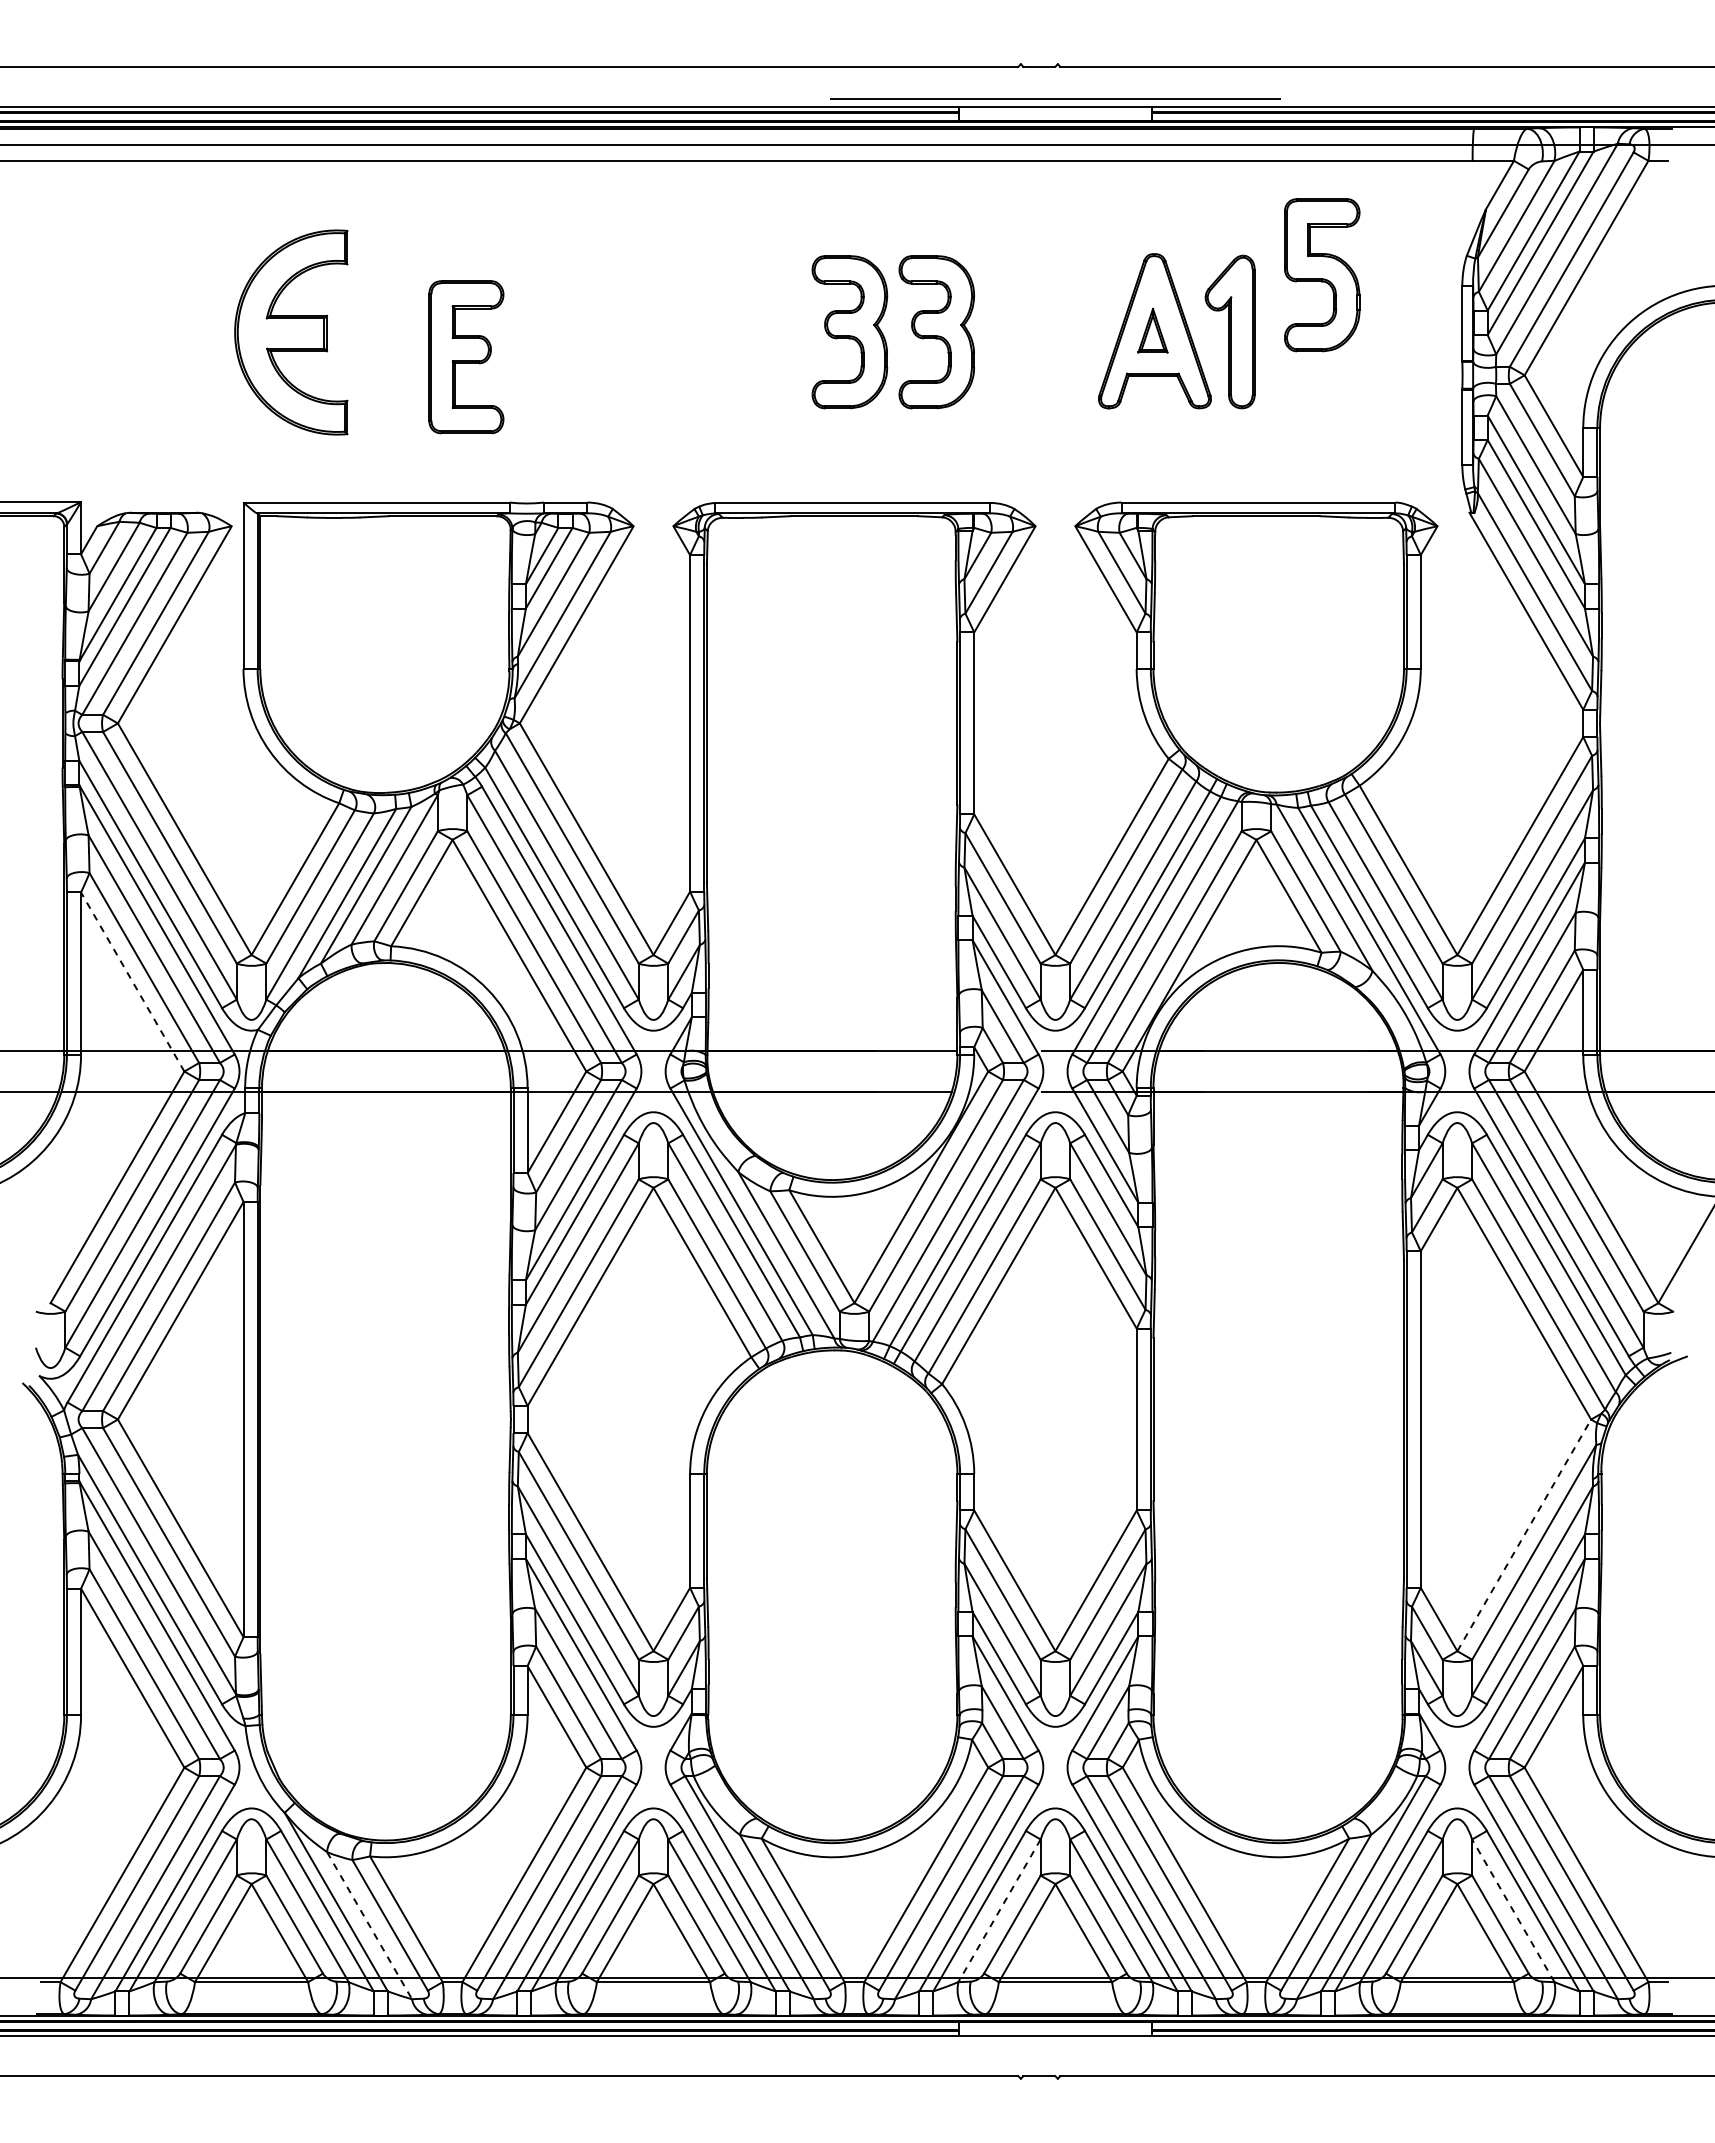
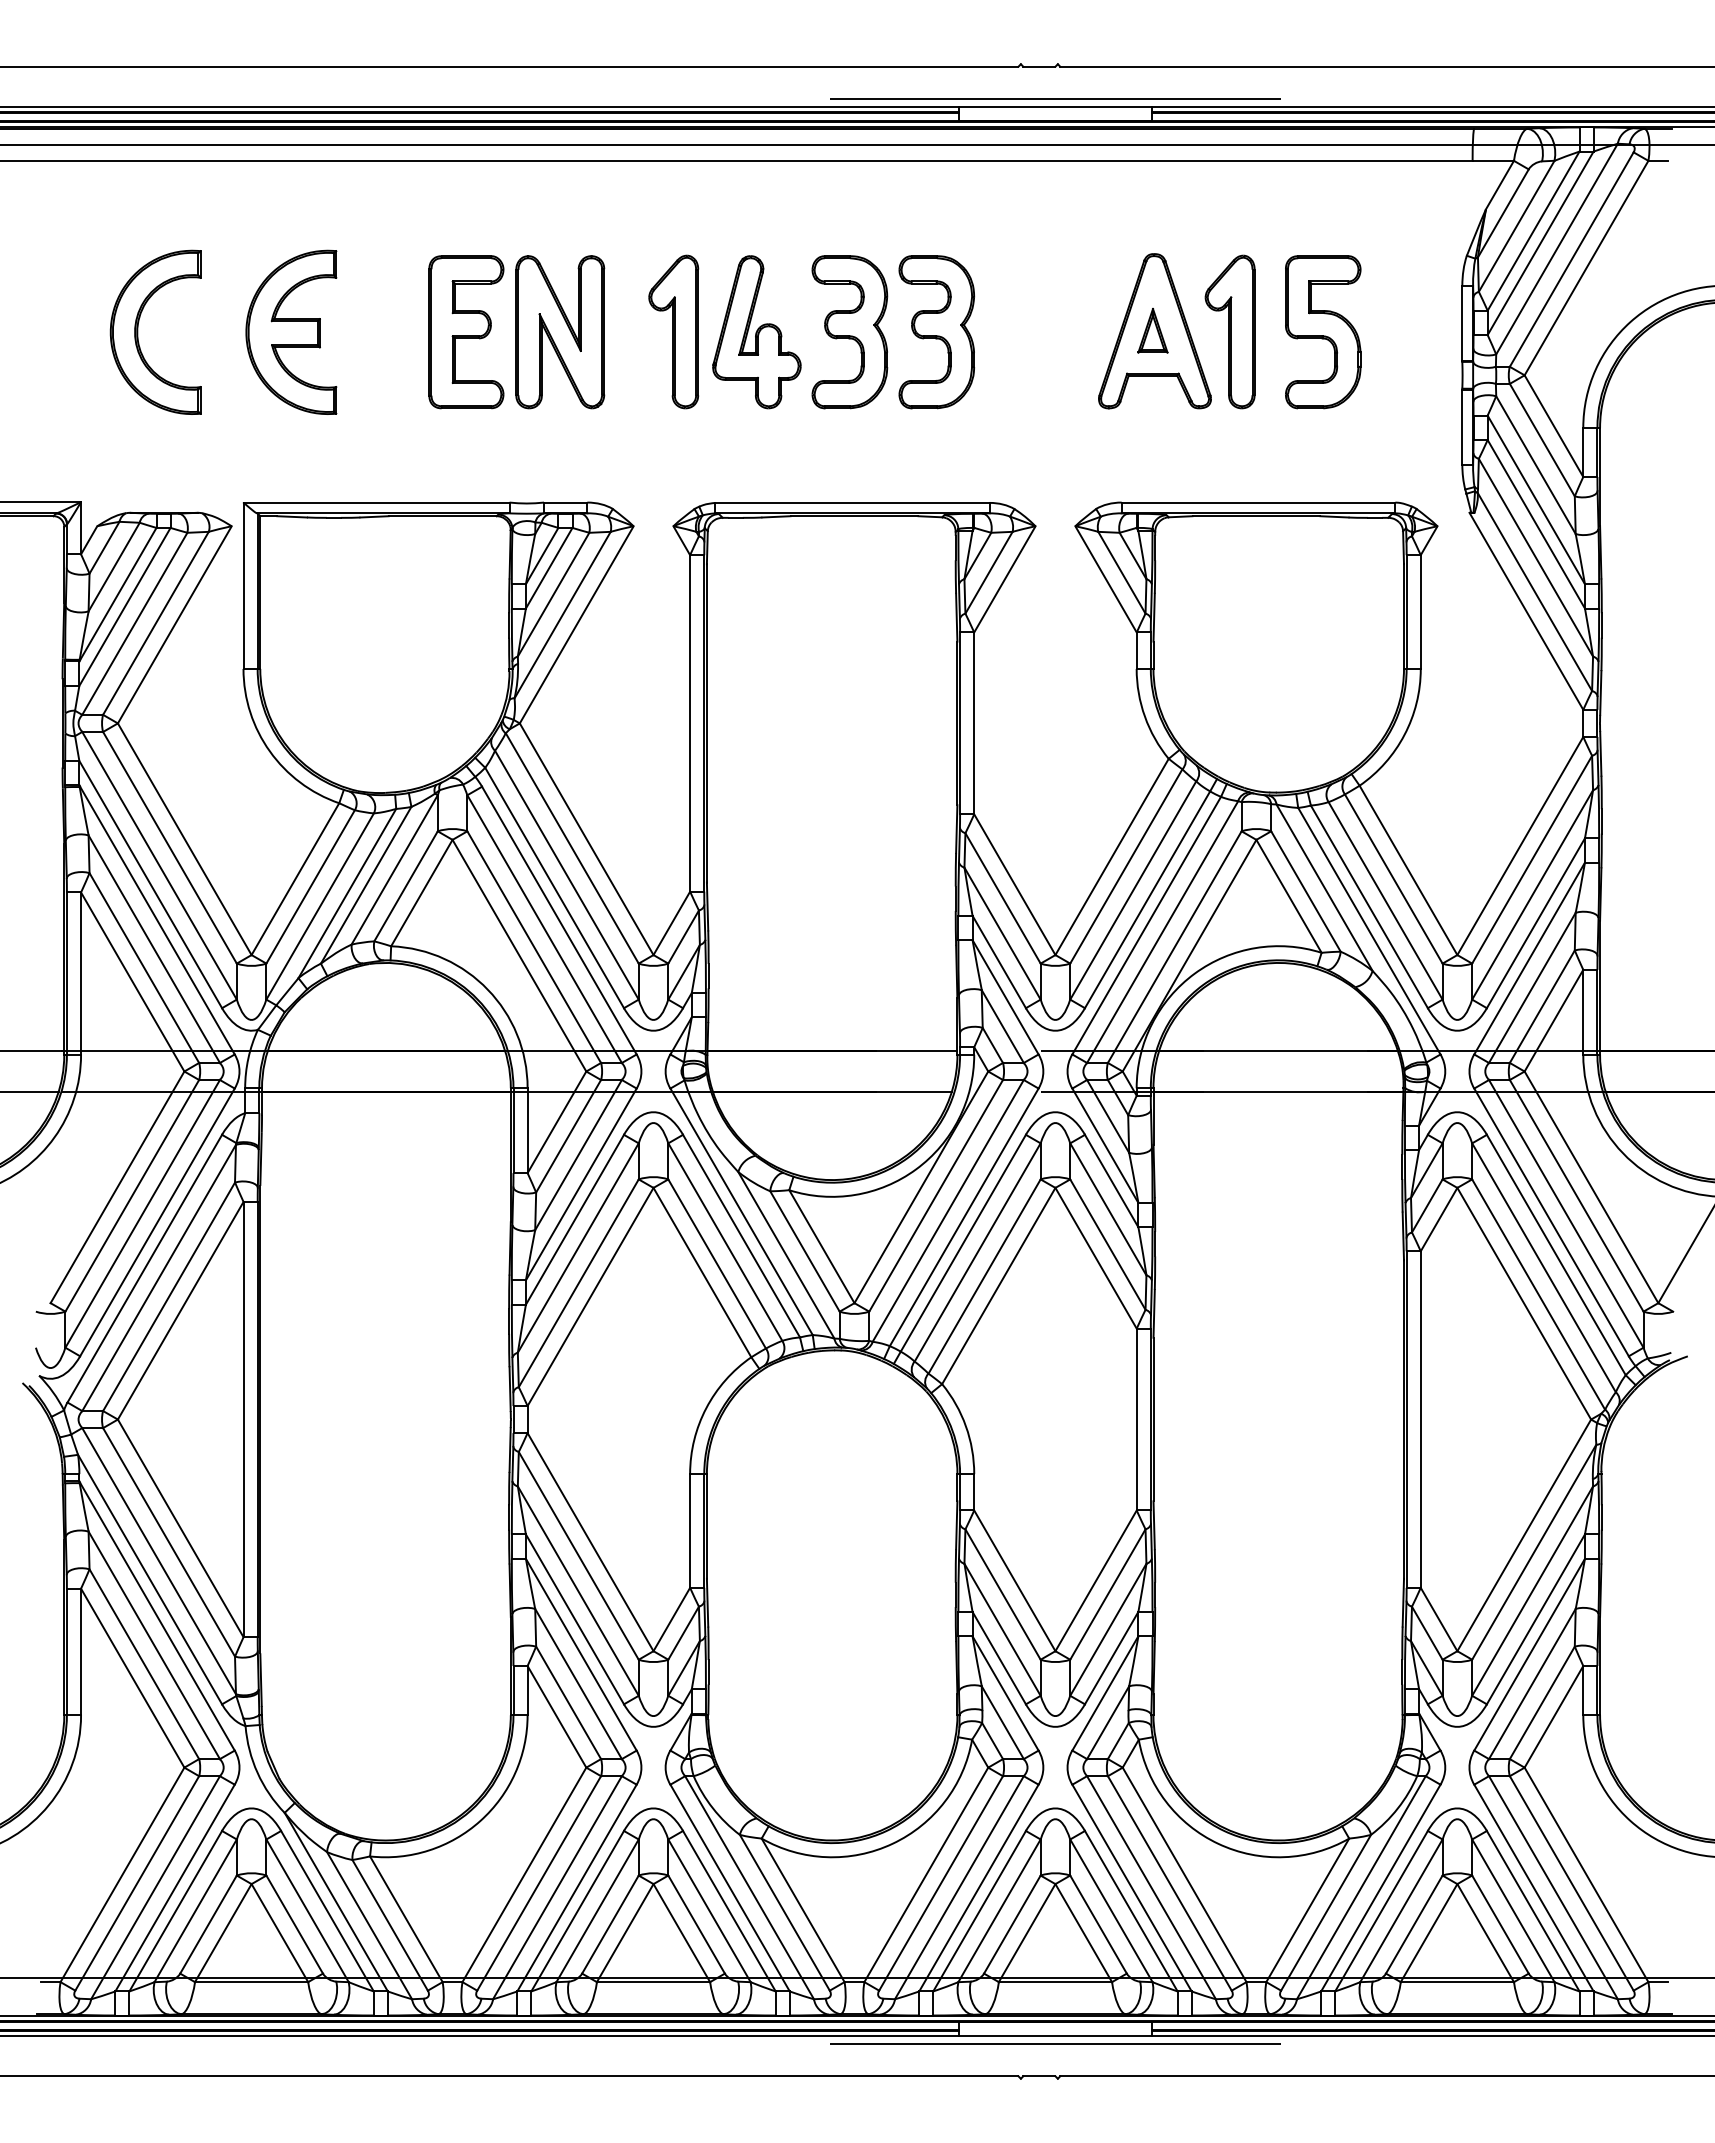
part at (1322, 275) position: (1322, 275) -> (1323, 332)
part at (138, 331): none -> present
part at (673, 331): none -> present
part at (291, 332) size: 115x207 px -> 93x166 px
part at (560, 332): none -> present
part at (756, 332): none -> present
part at (466, 357) position: (466, 357) -> (466, 332)
line at (132, 981): dashed -> solid
line at (1524, 1535): dashed -> solid
line at (1513, 1910): dashed -> solid
line at (999, 1911): dashed -> solid
line at (369, 1925): dashed -> solid
line at (1055, 2044): none -> present
